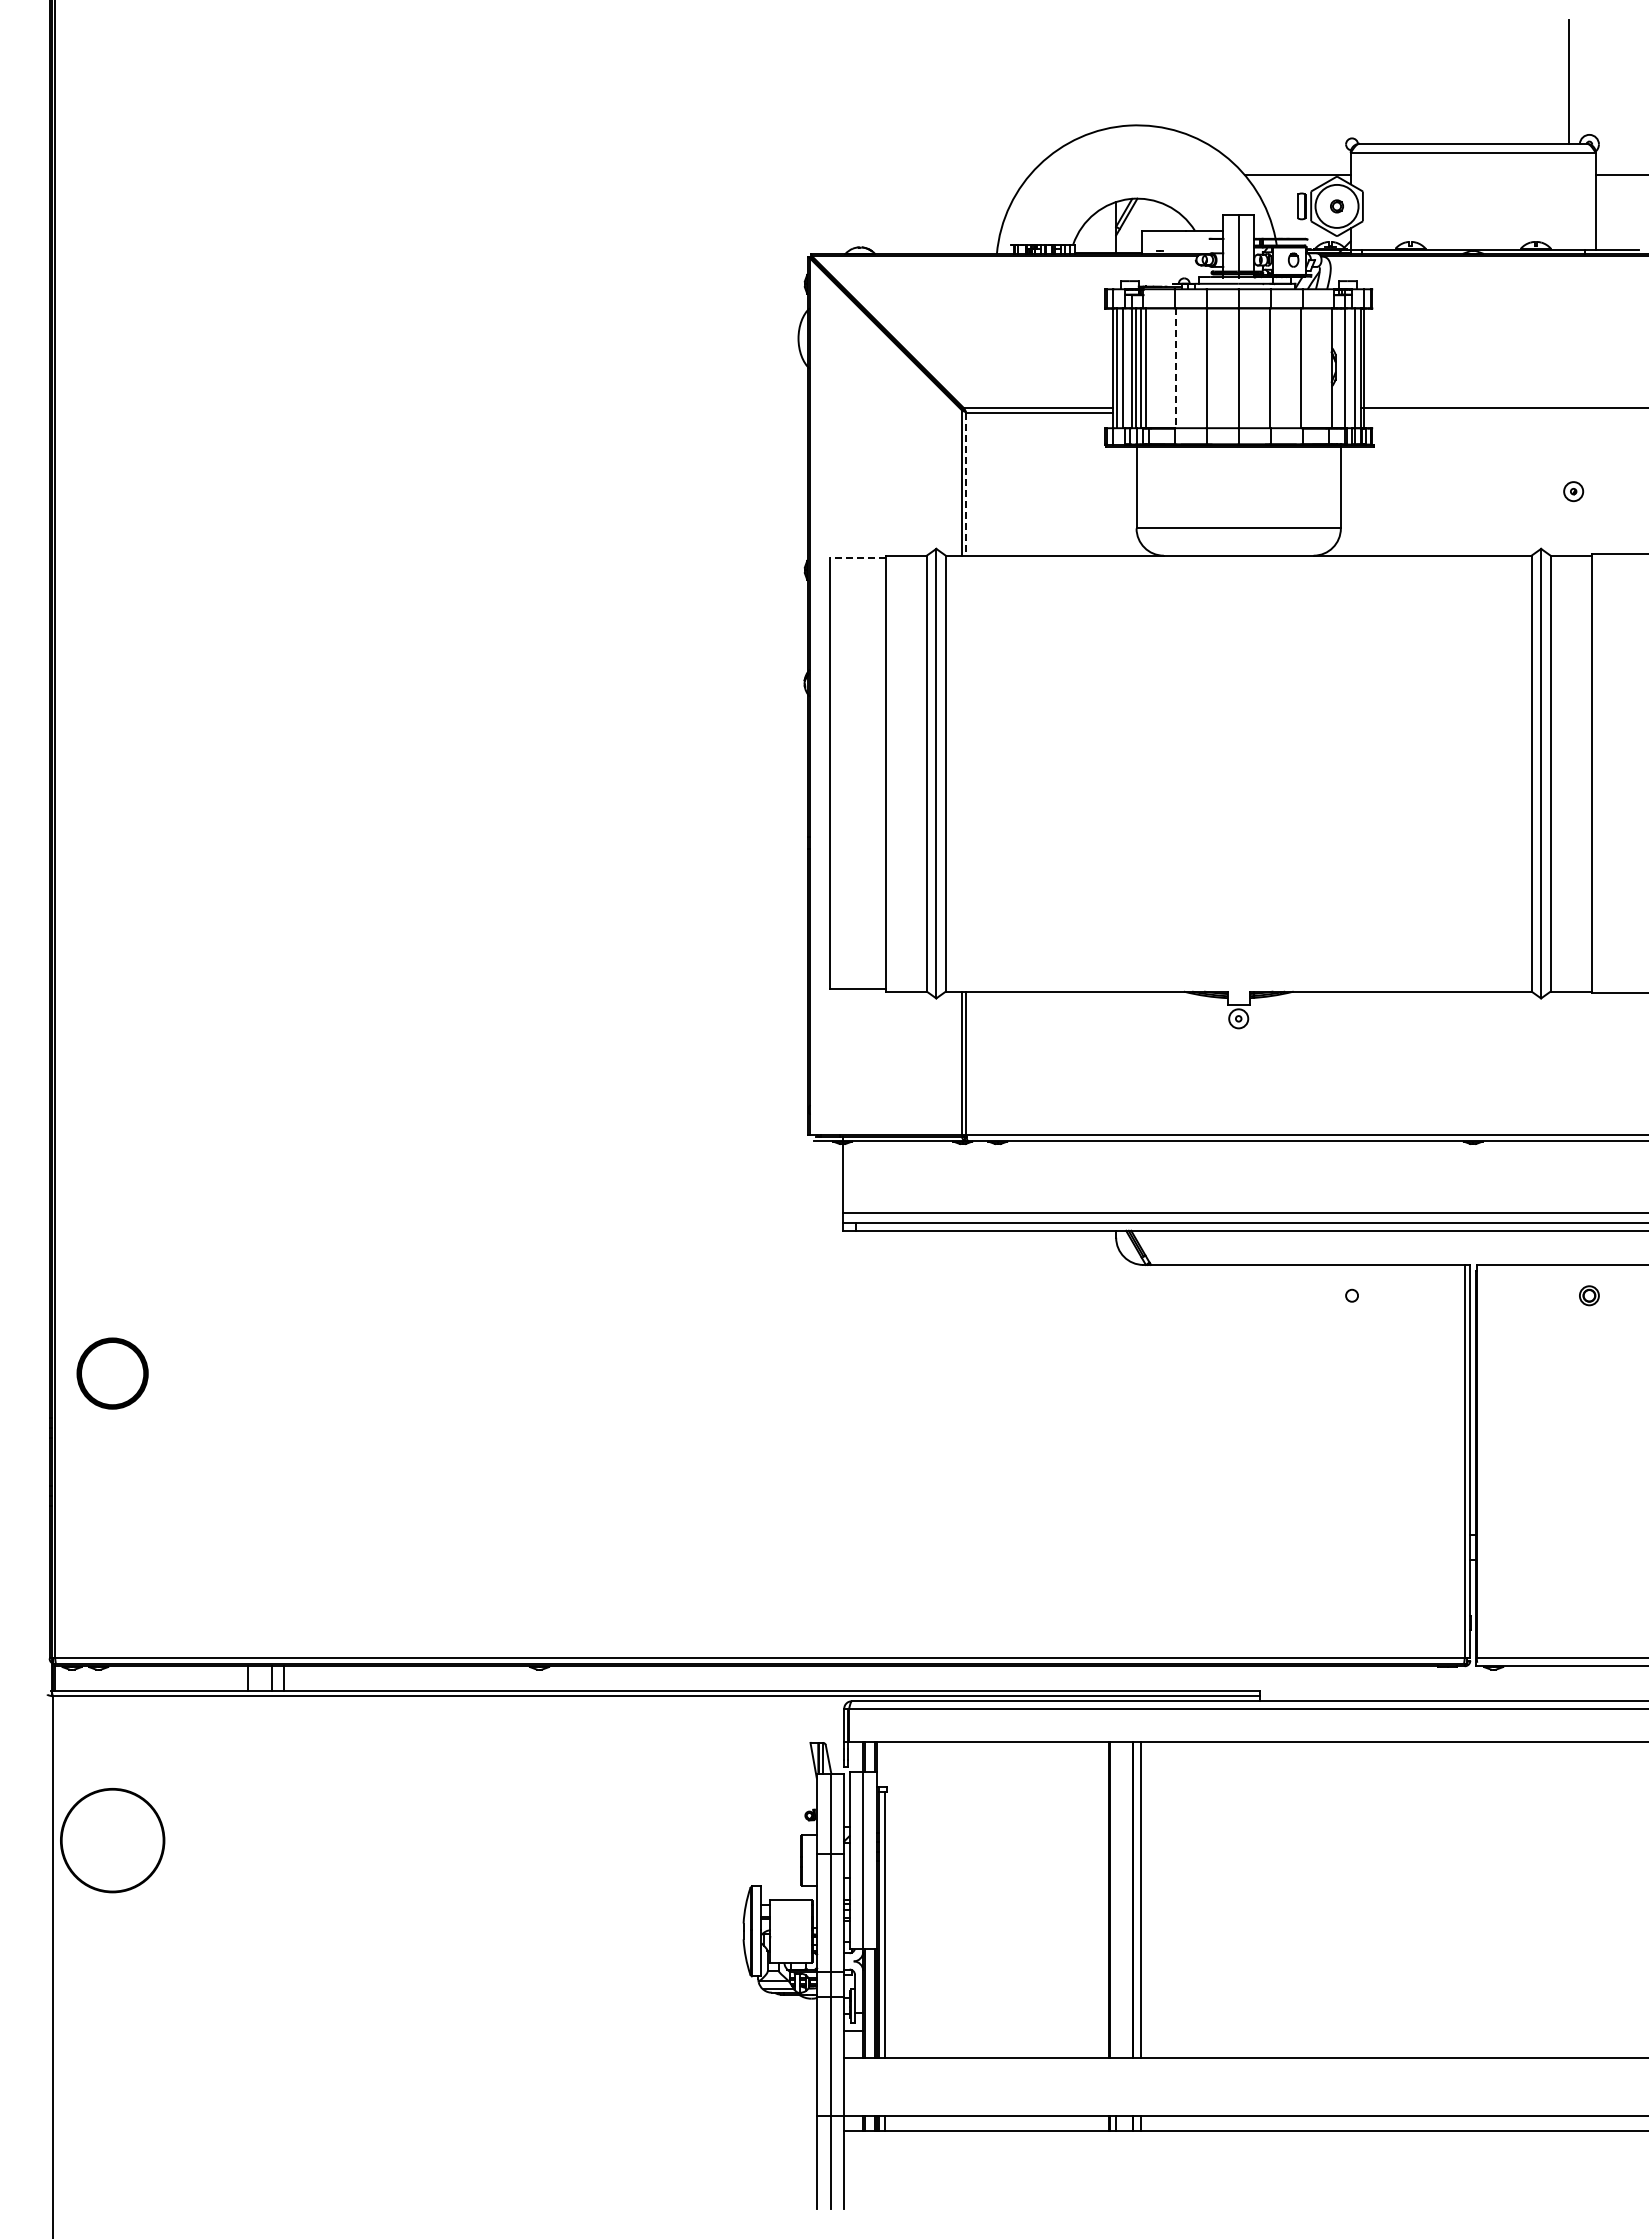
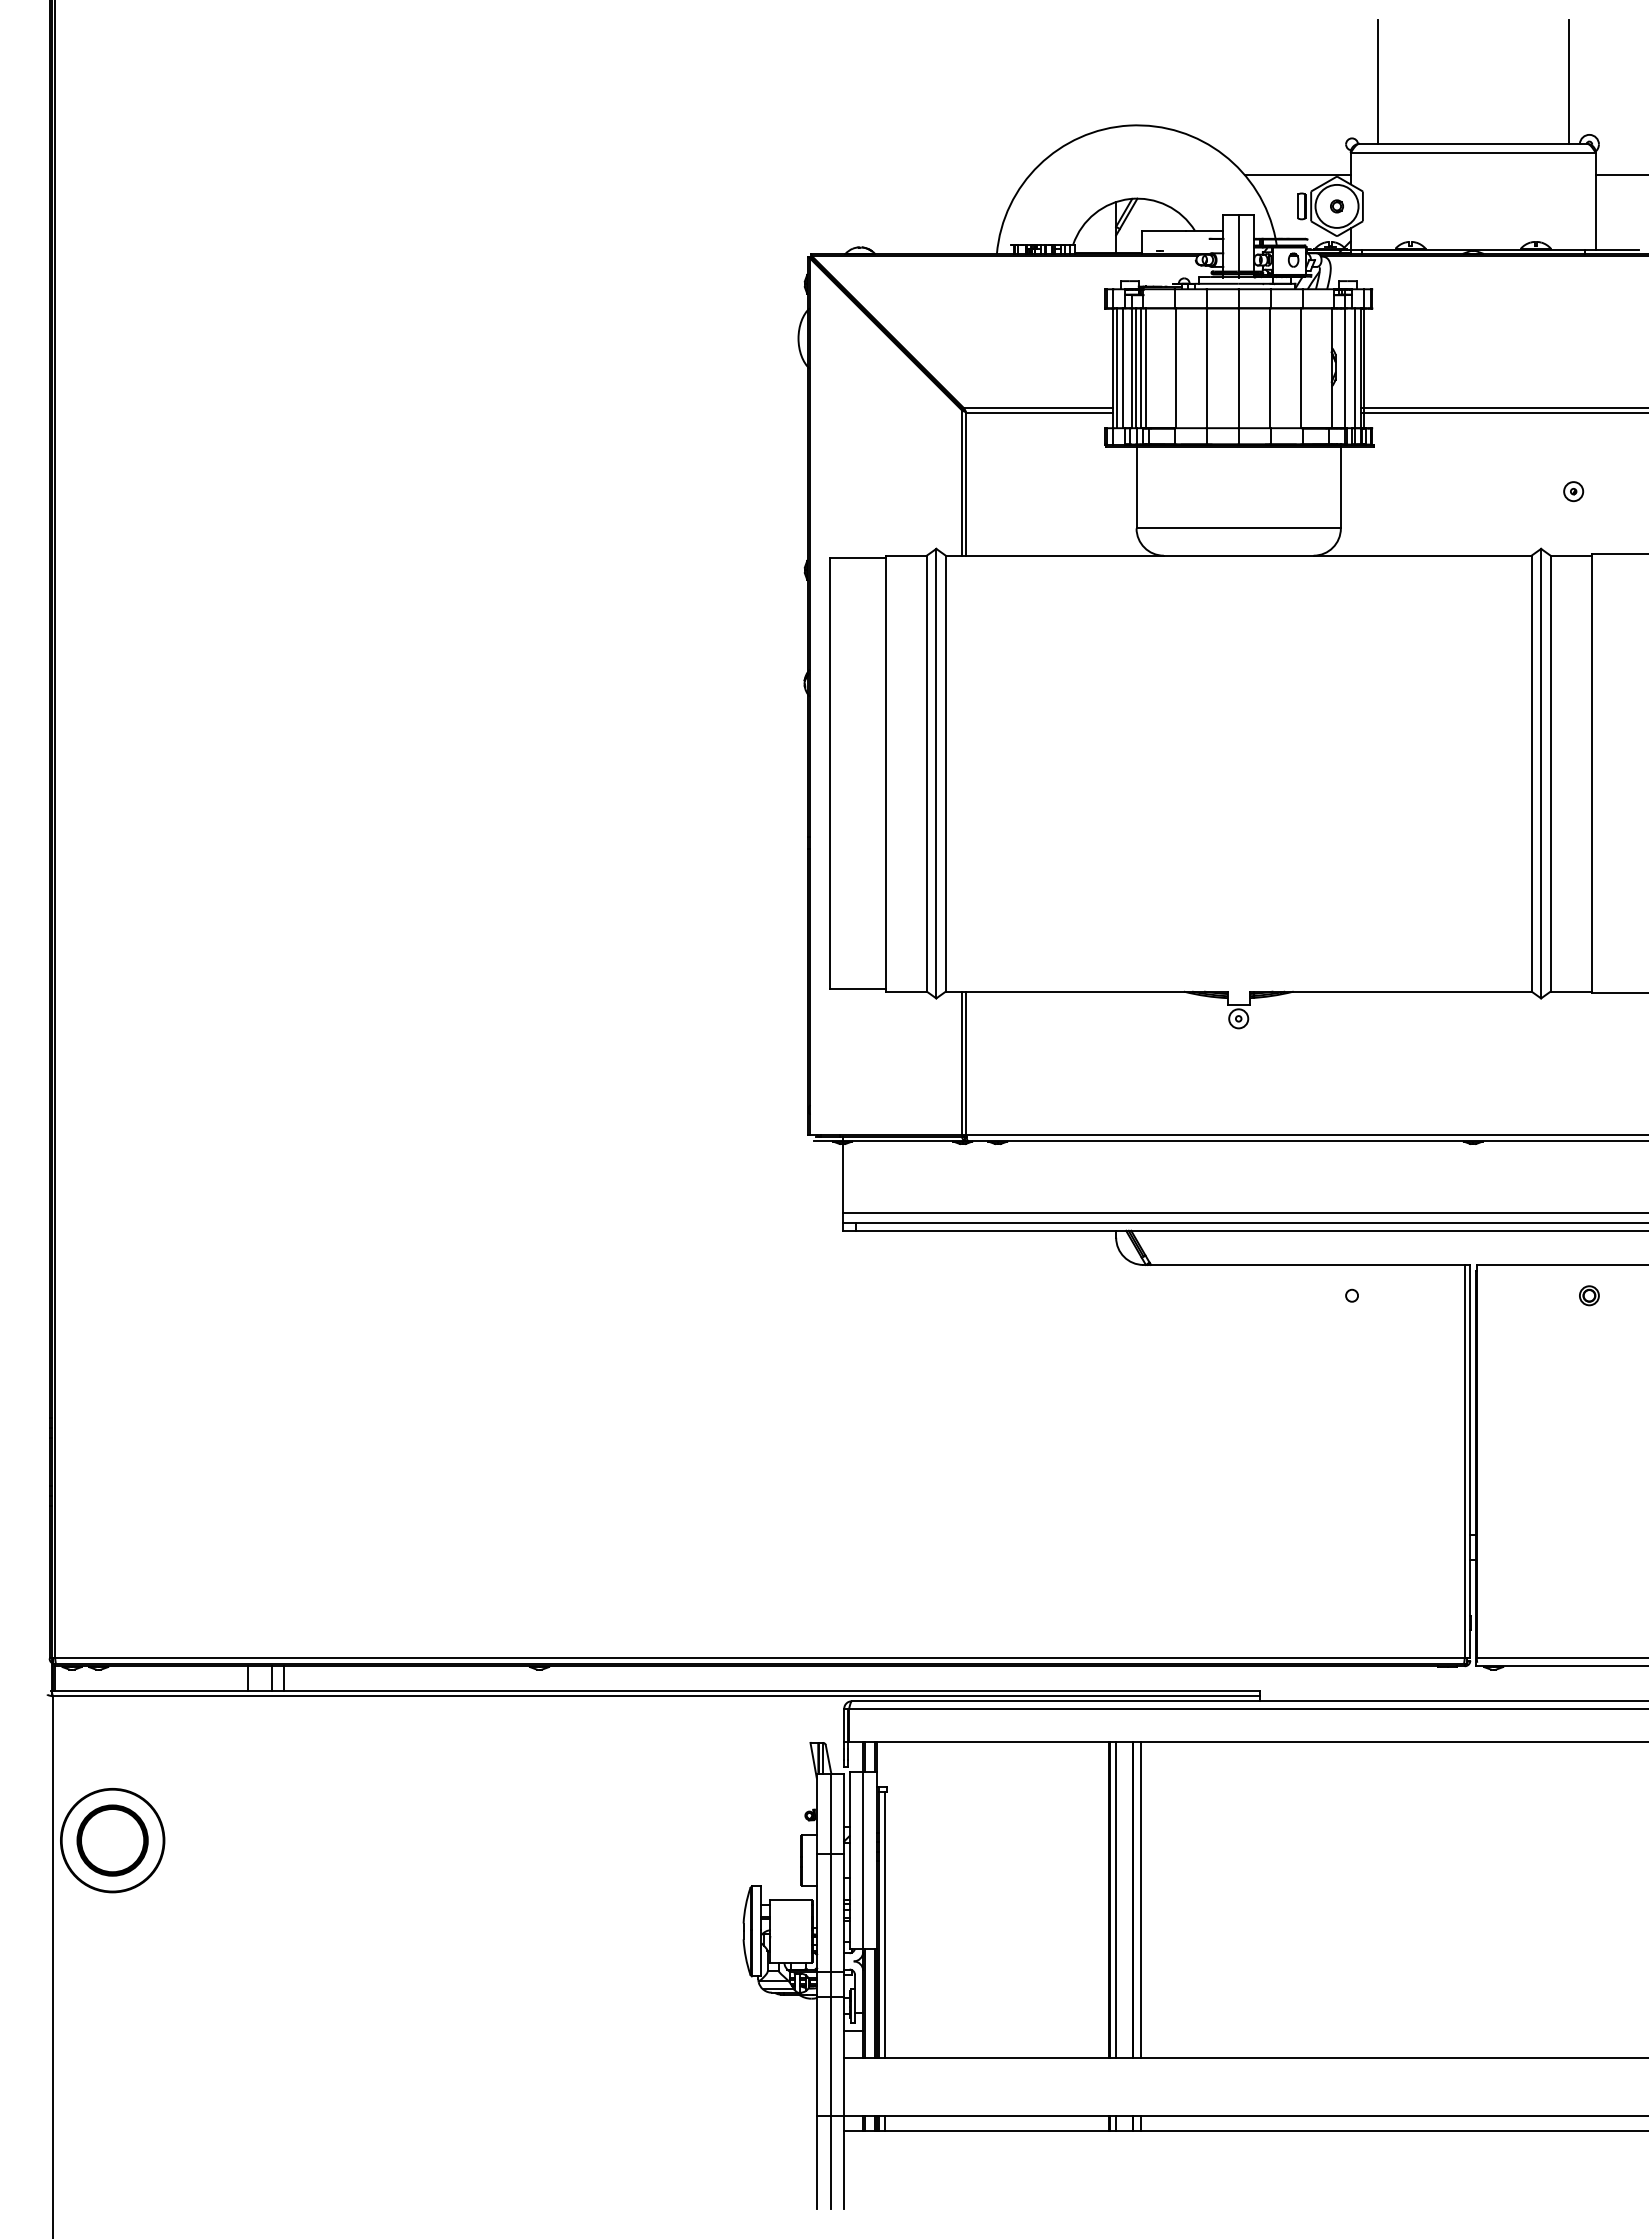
line at (1377, 81): none -> present
line at (1176, 368): dashed -> solid
line at (1502, 412): none -> present
line at (966, 484): dashed -> solid
line at (858, 558): dashed -> solid
part at (112, 1373) position: (112, 1373) -> (112, 1840)
line at (1116, 1899): none -> present
